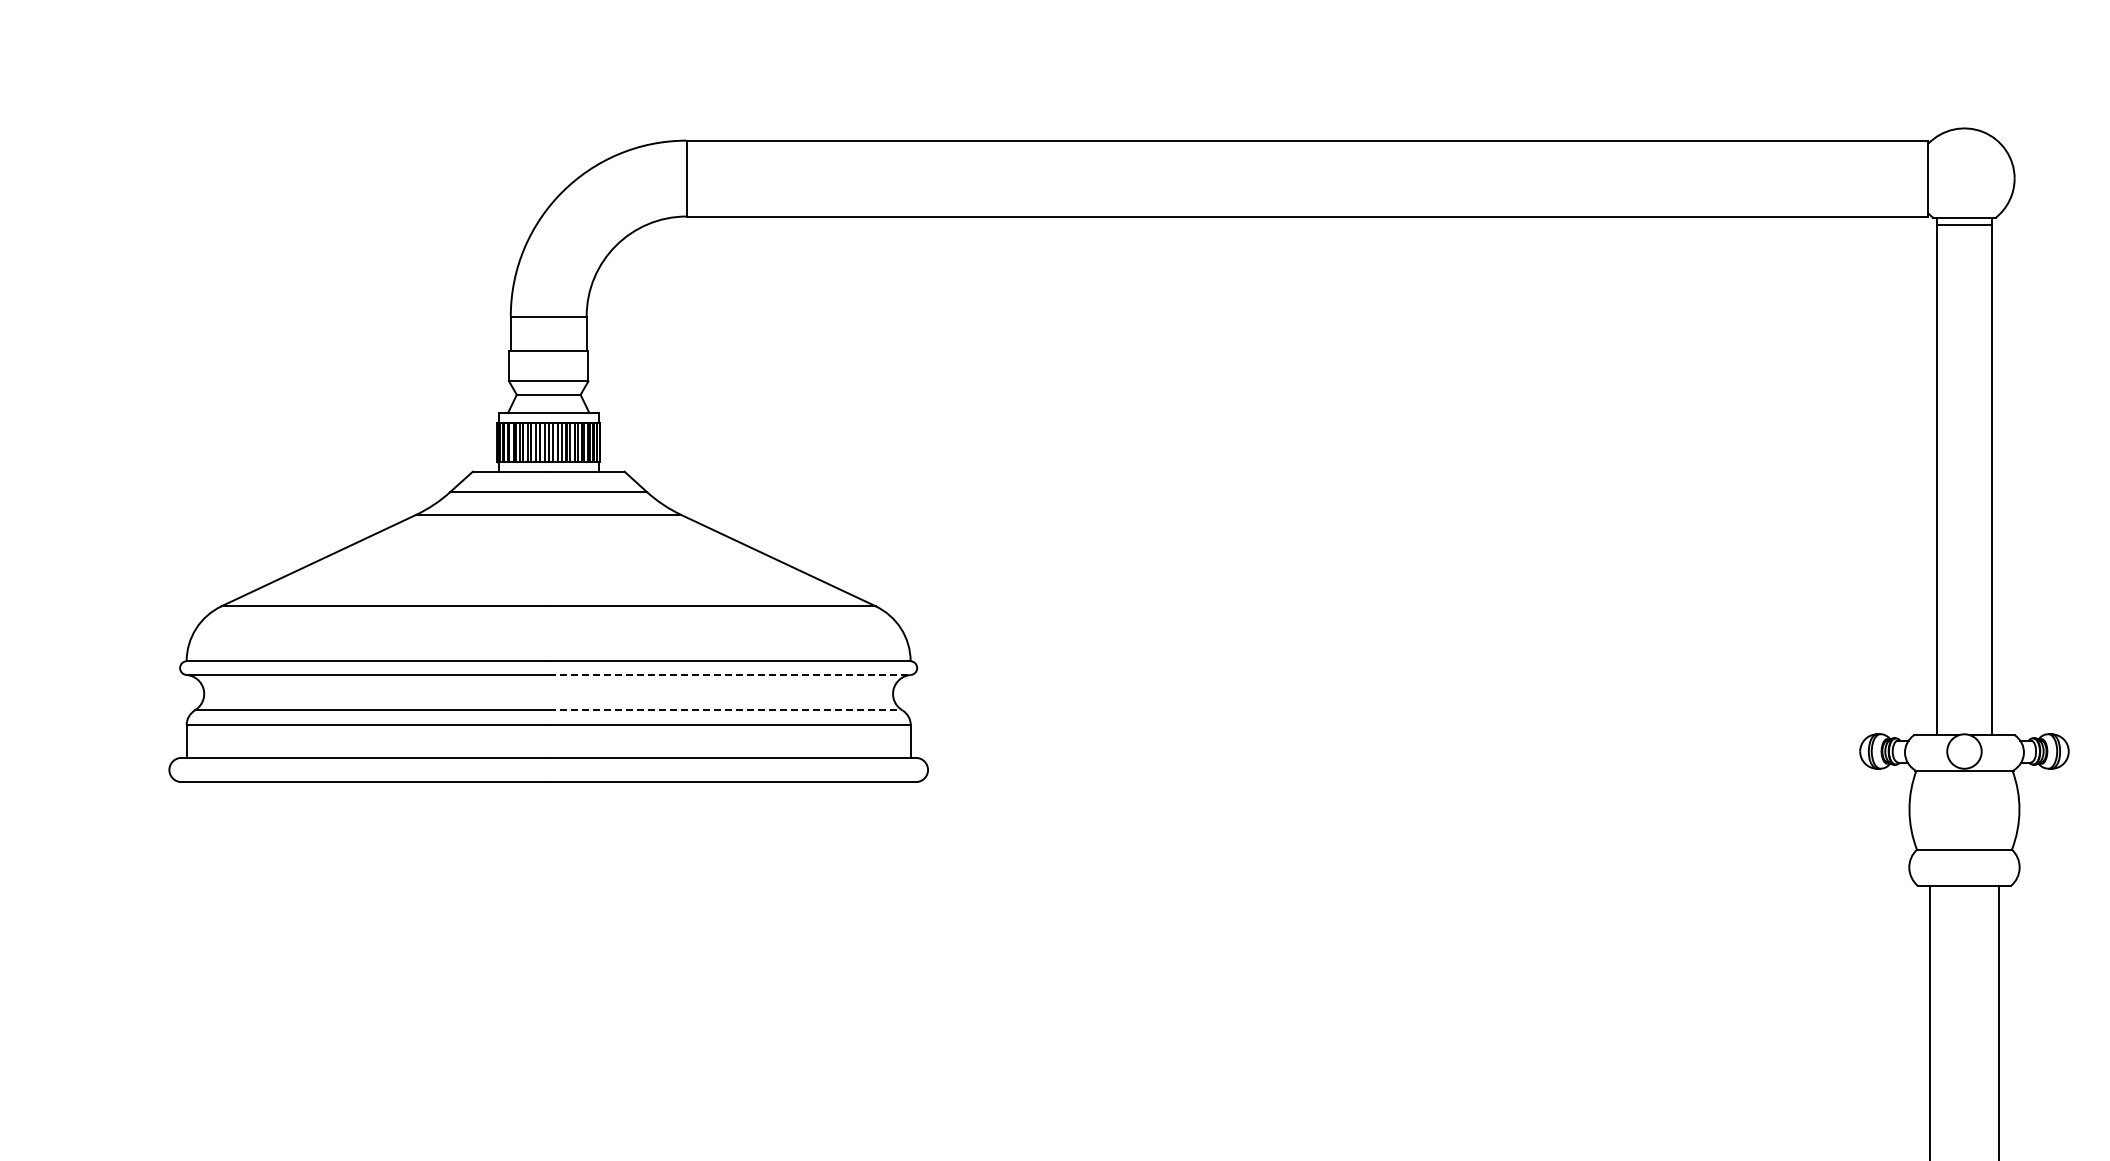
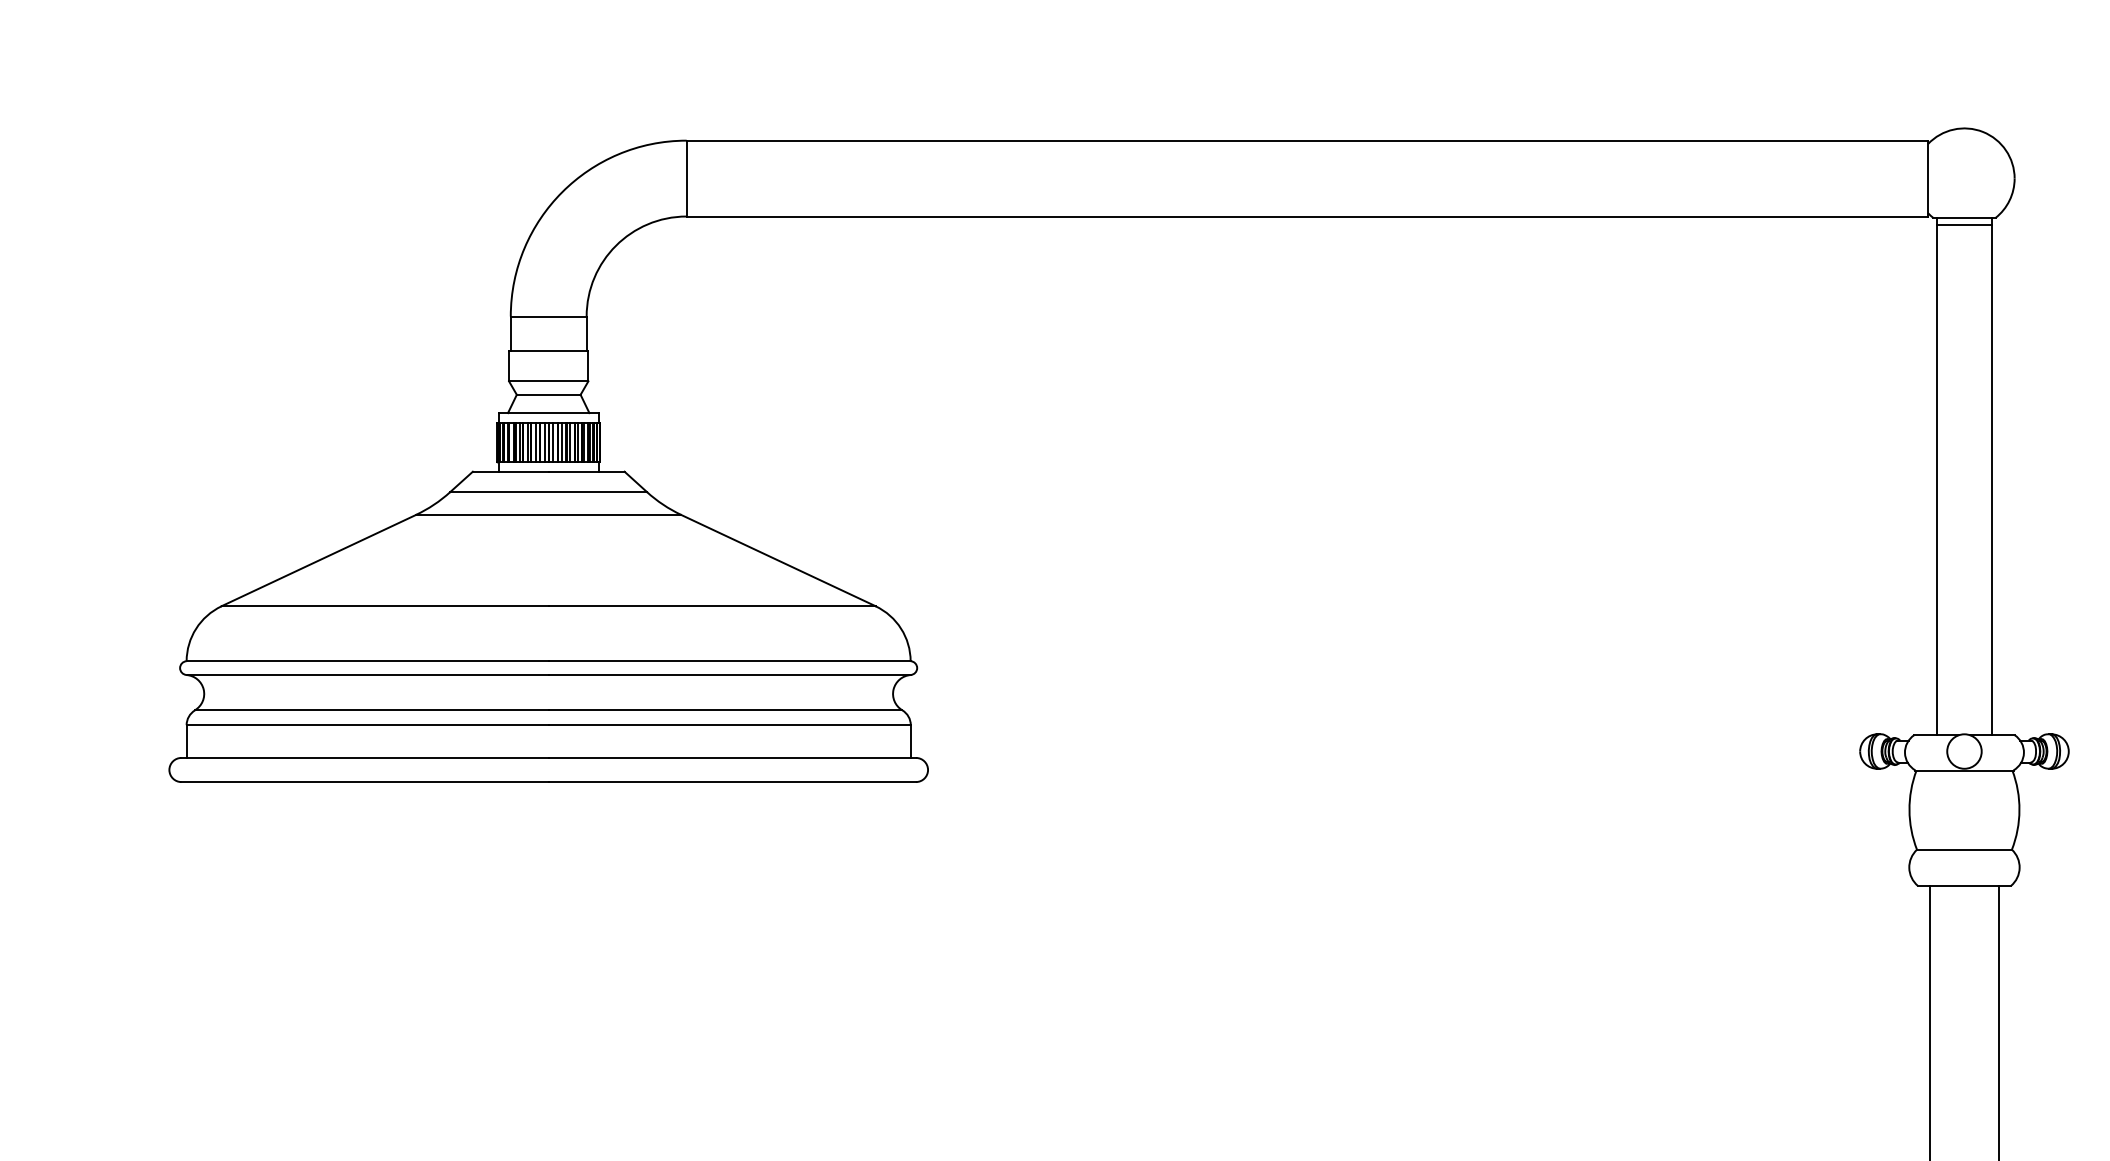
line at (730, 675): dashed -> solid
line at (725, 710): dashed -> solid
